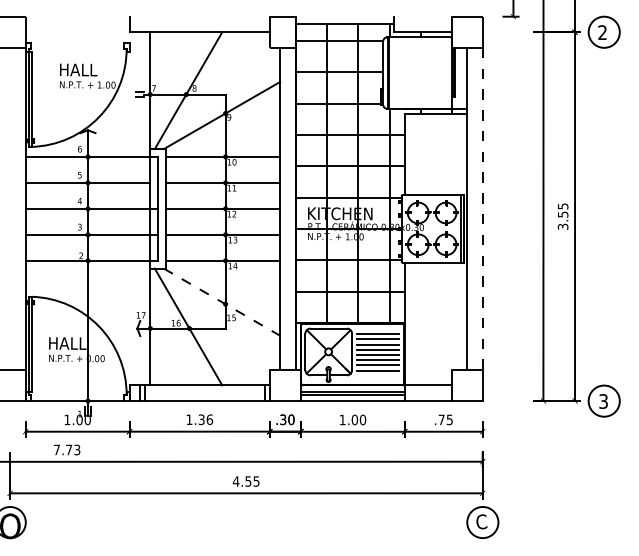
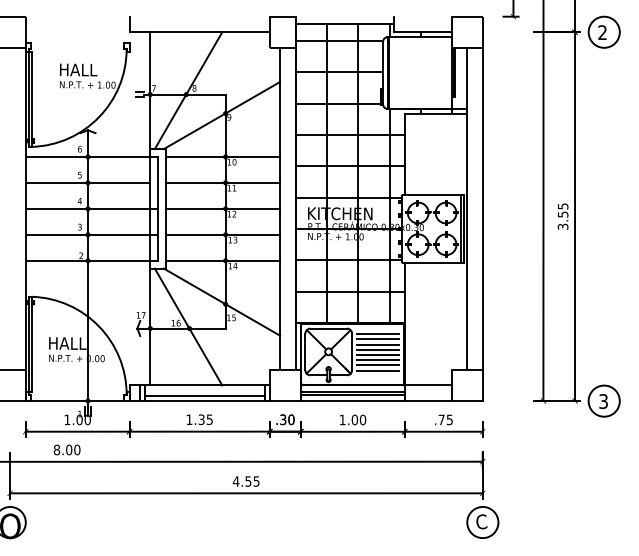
line at (482, 208): dashed -> solid
line at (222, 302): dashed -> solid
line at (204, 395): none -> present
text at (209, 419): 1.36 -> 1.35
text at (66, 449): 7.73 -> 8.00
